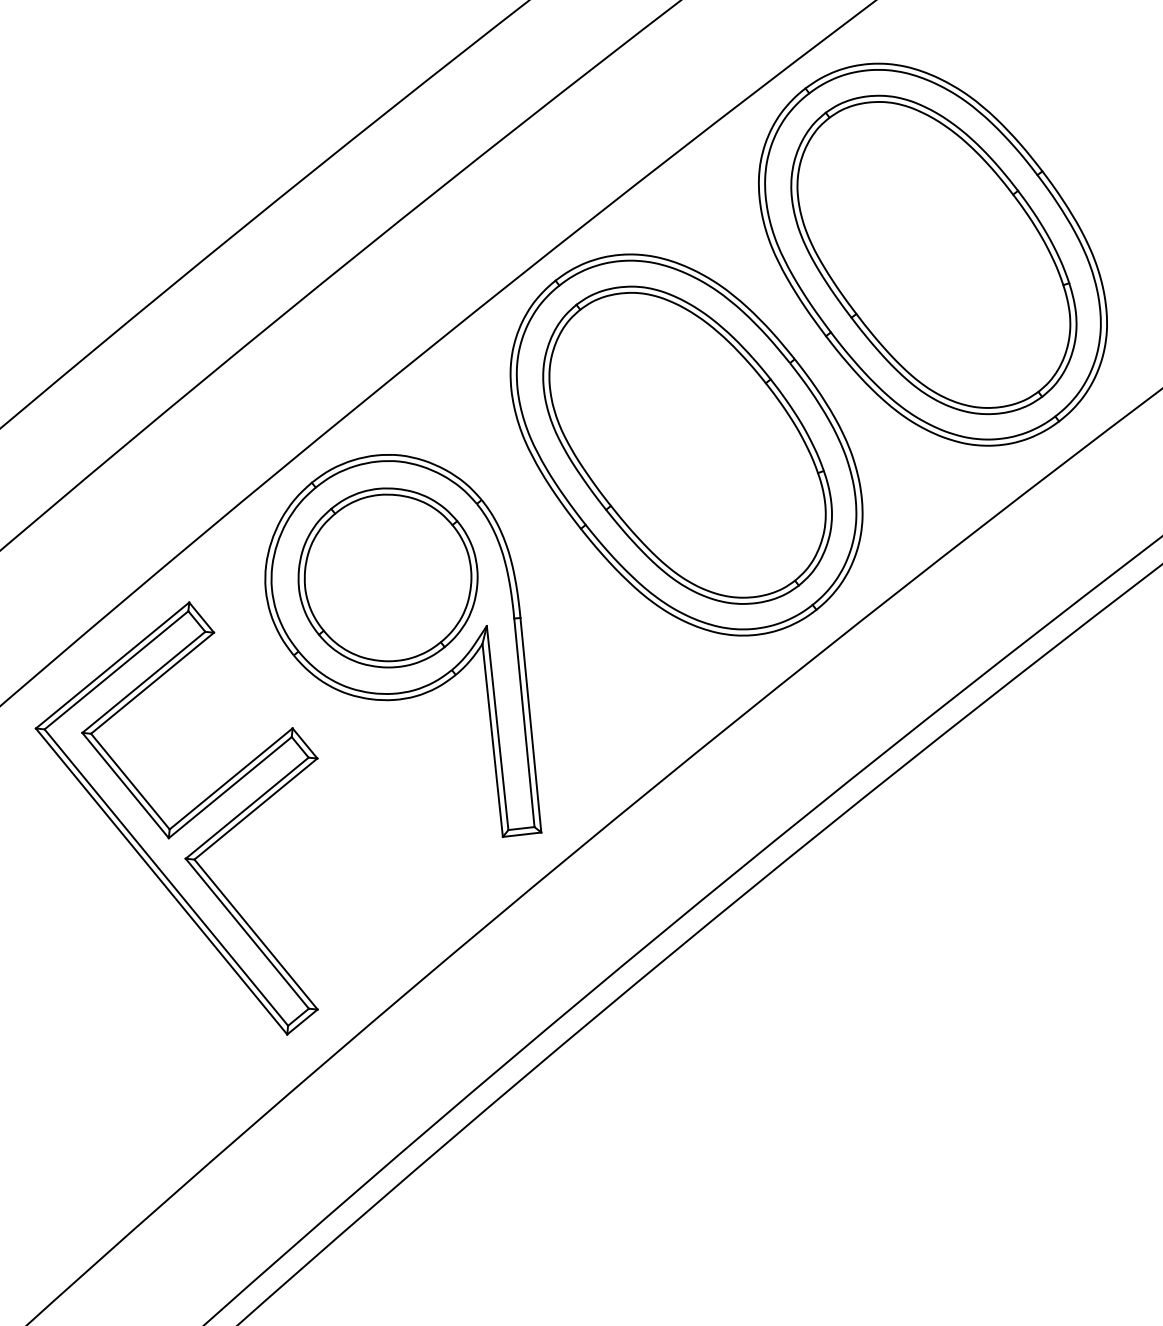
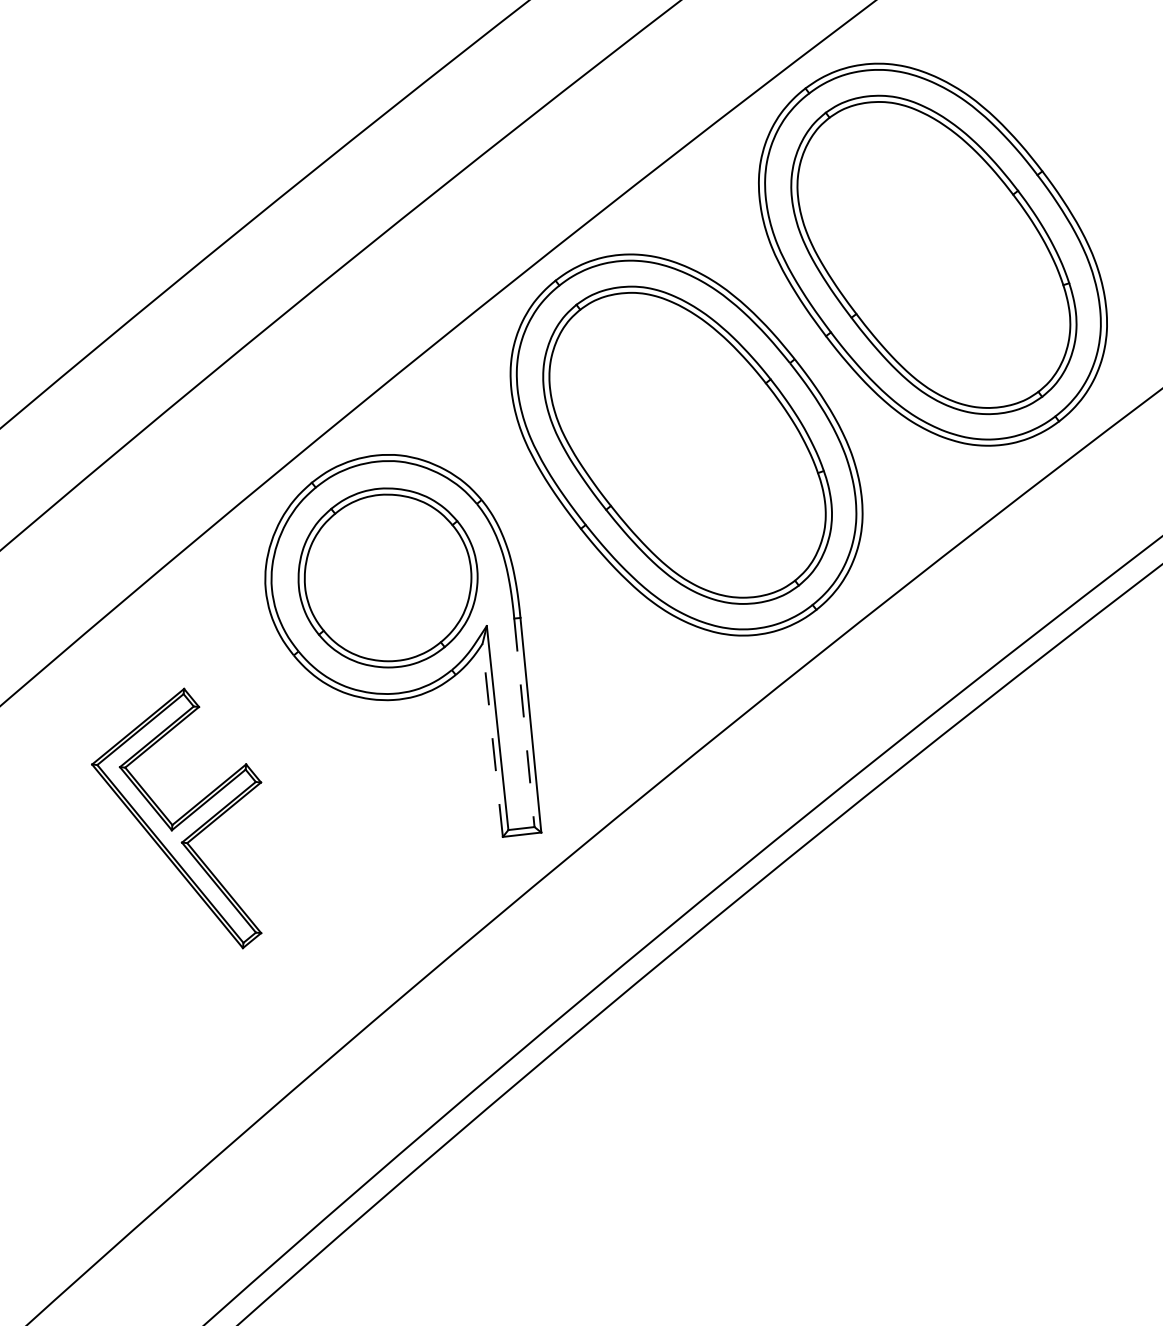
line at (524, 722): solid -> dashed
line at (492, 739): solid -> dashed
part at (176, 818) size: 285x435 px -> 172x263 px
